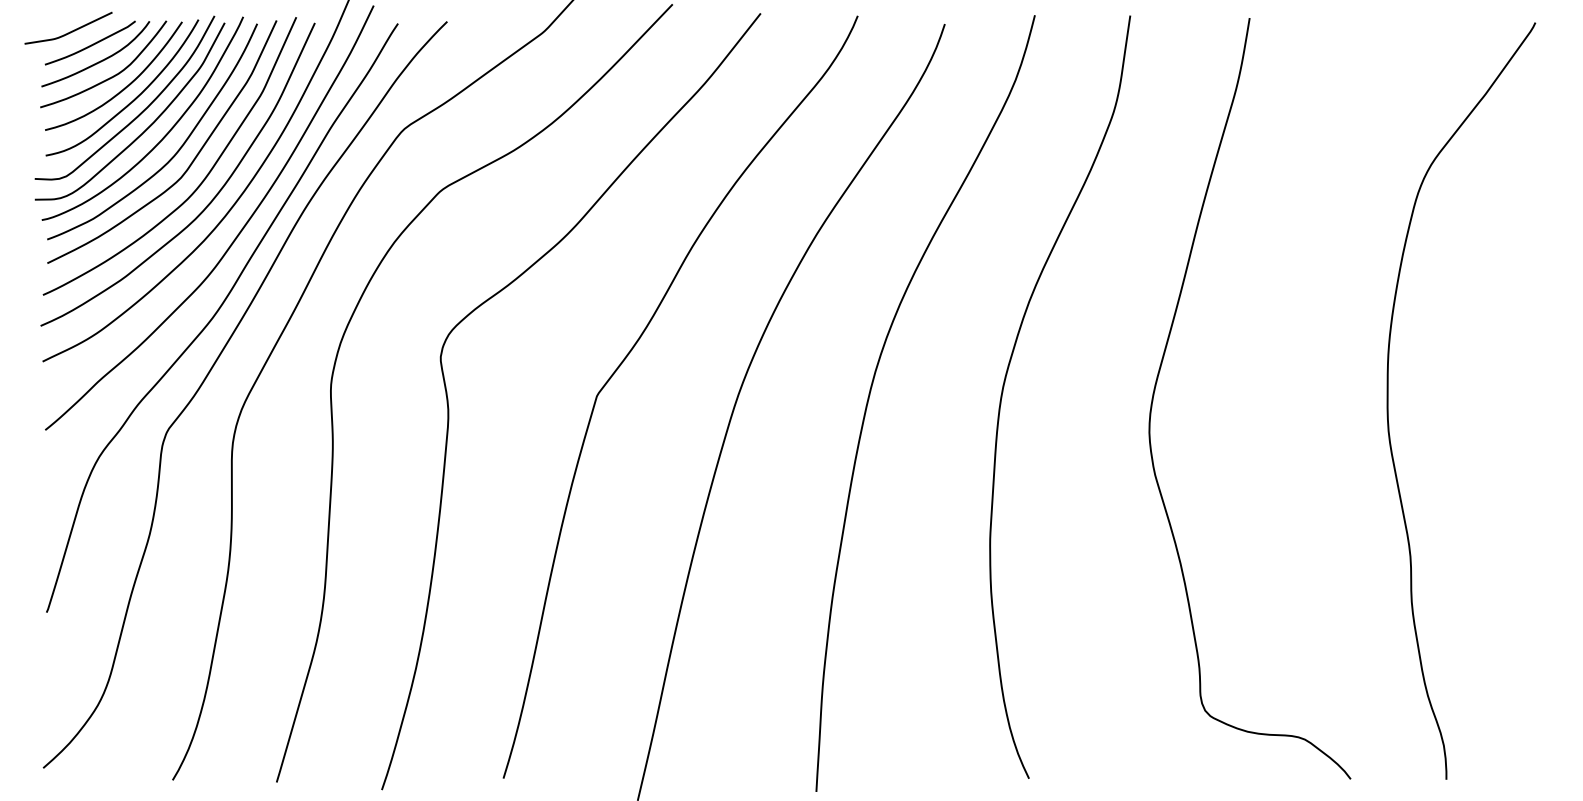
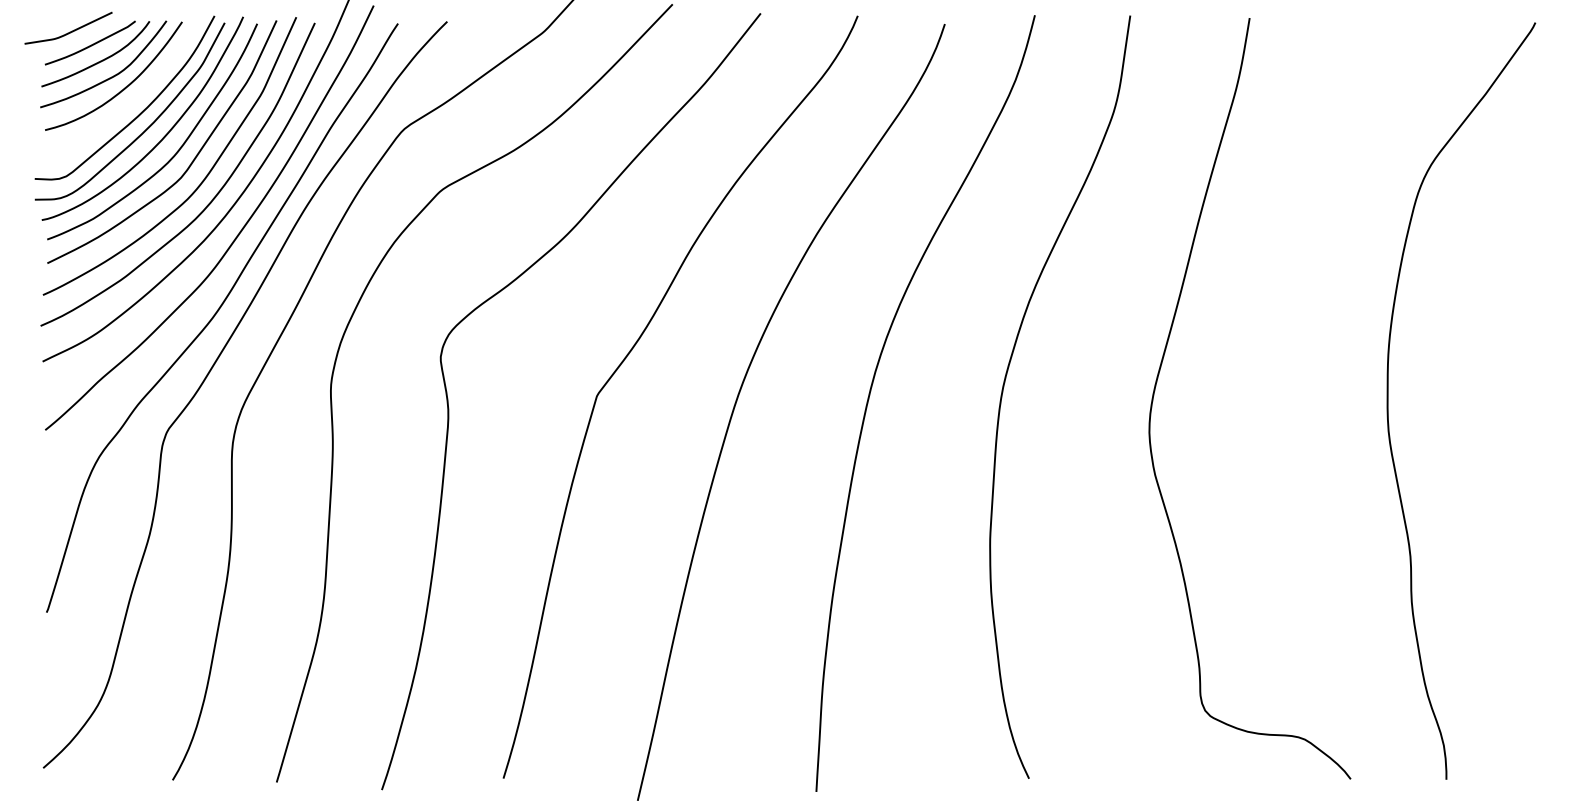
curve at (134, 98): present -> none
